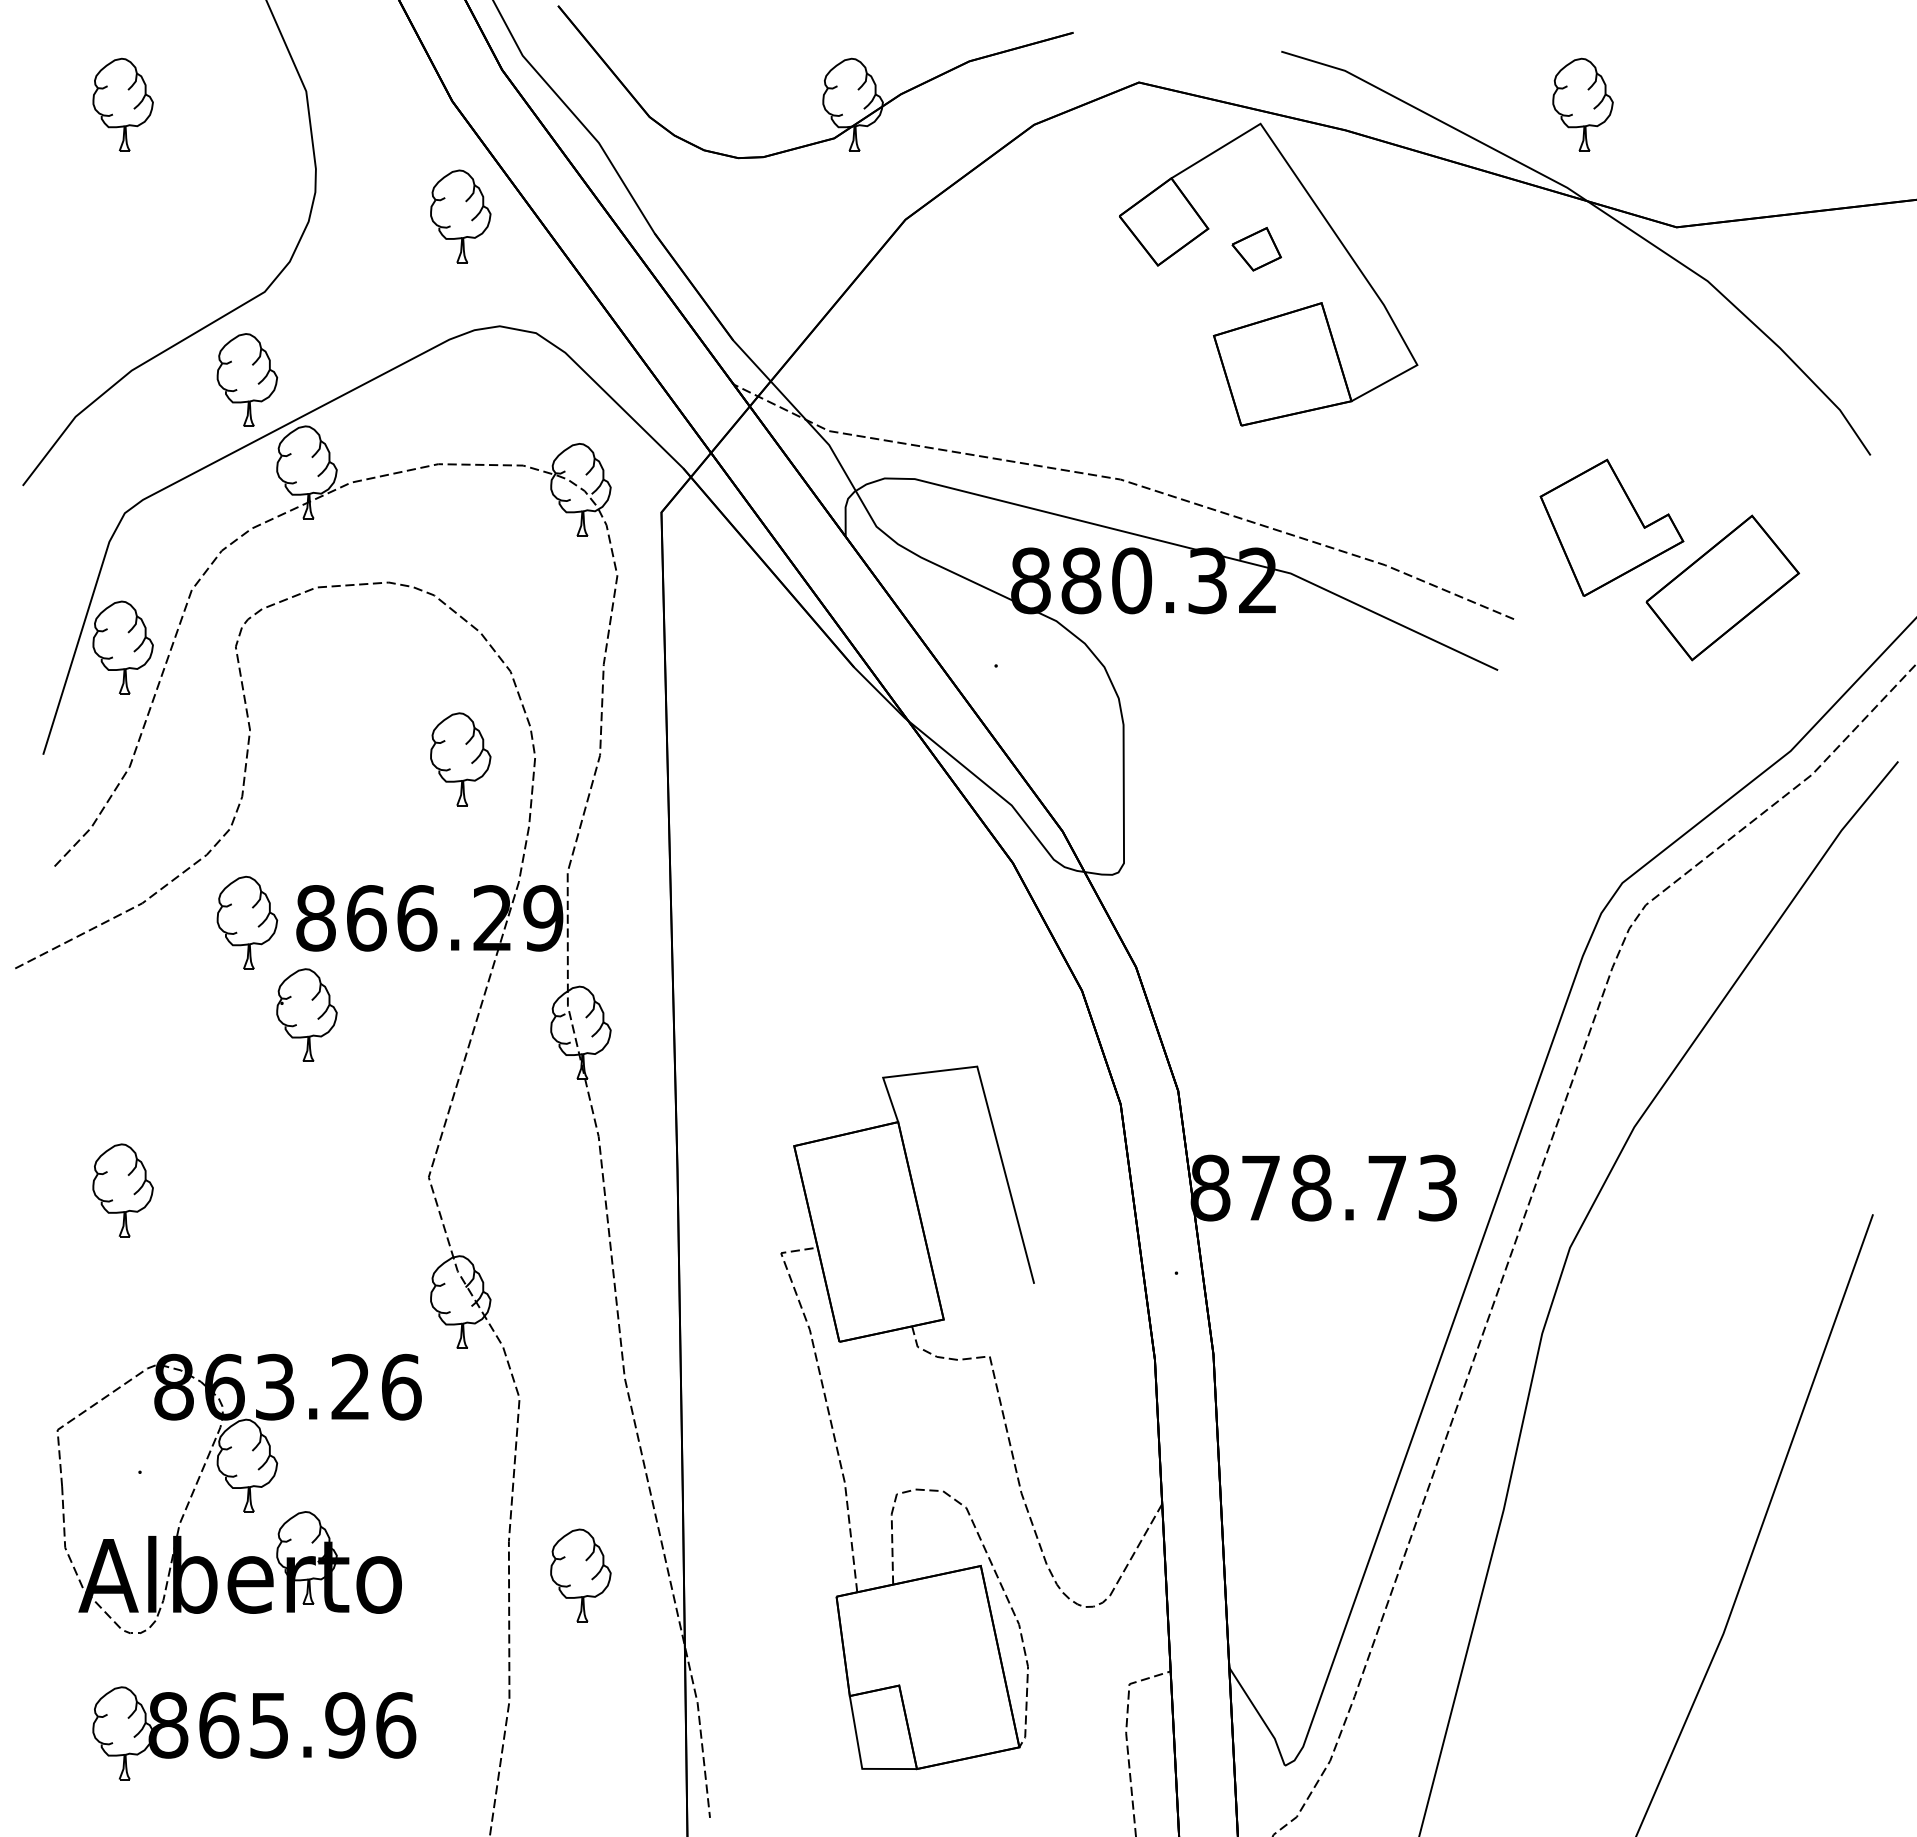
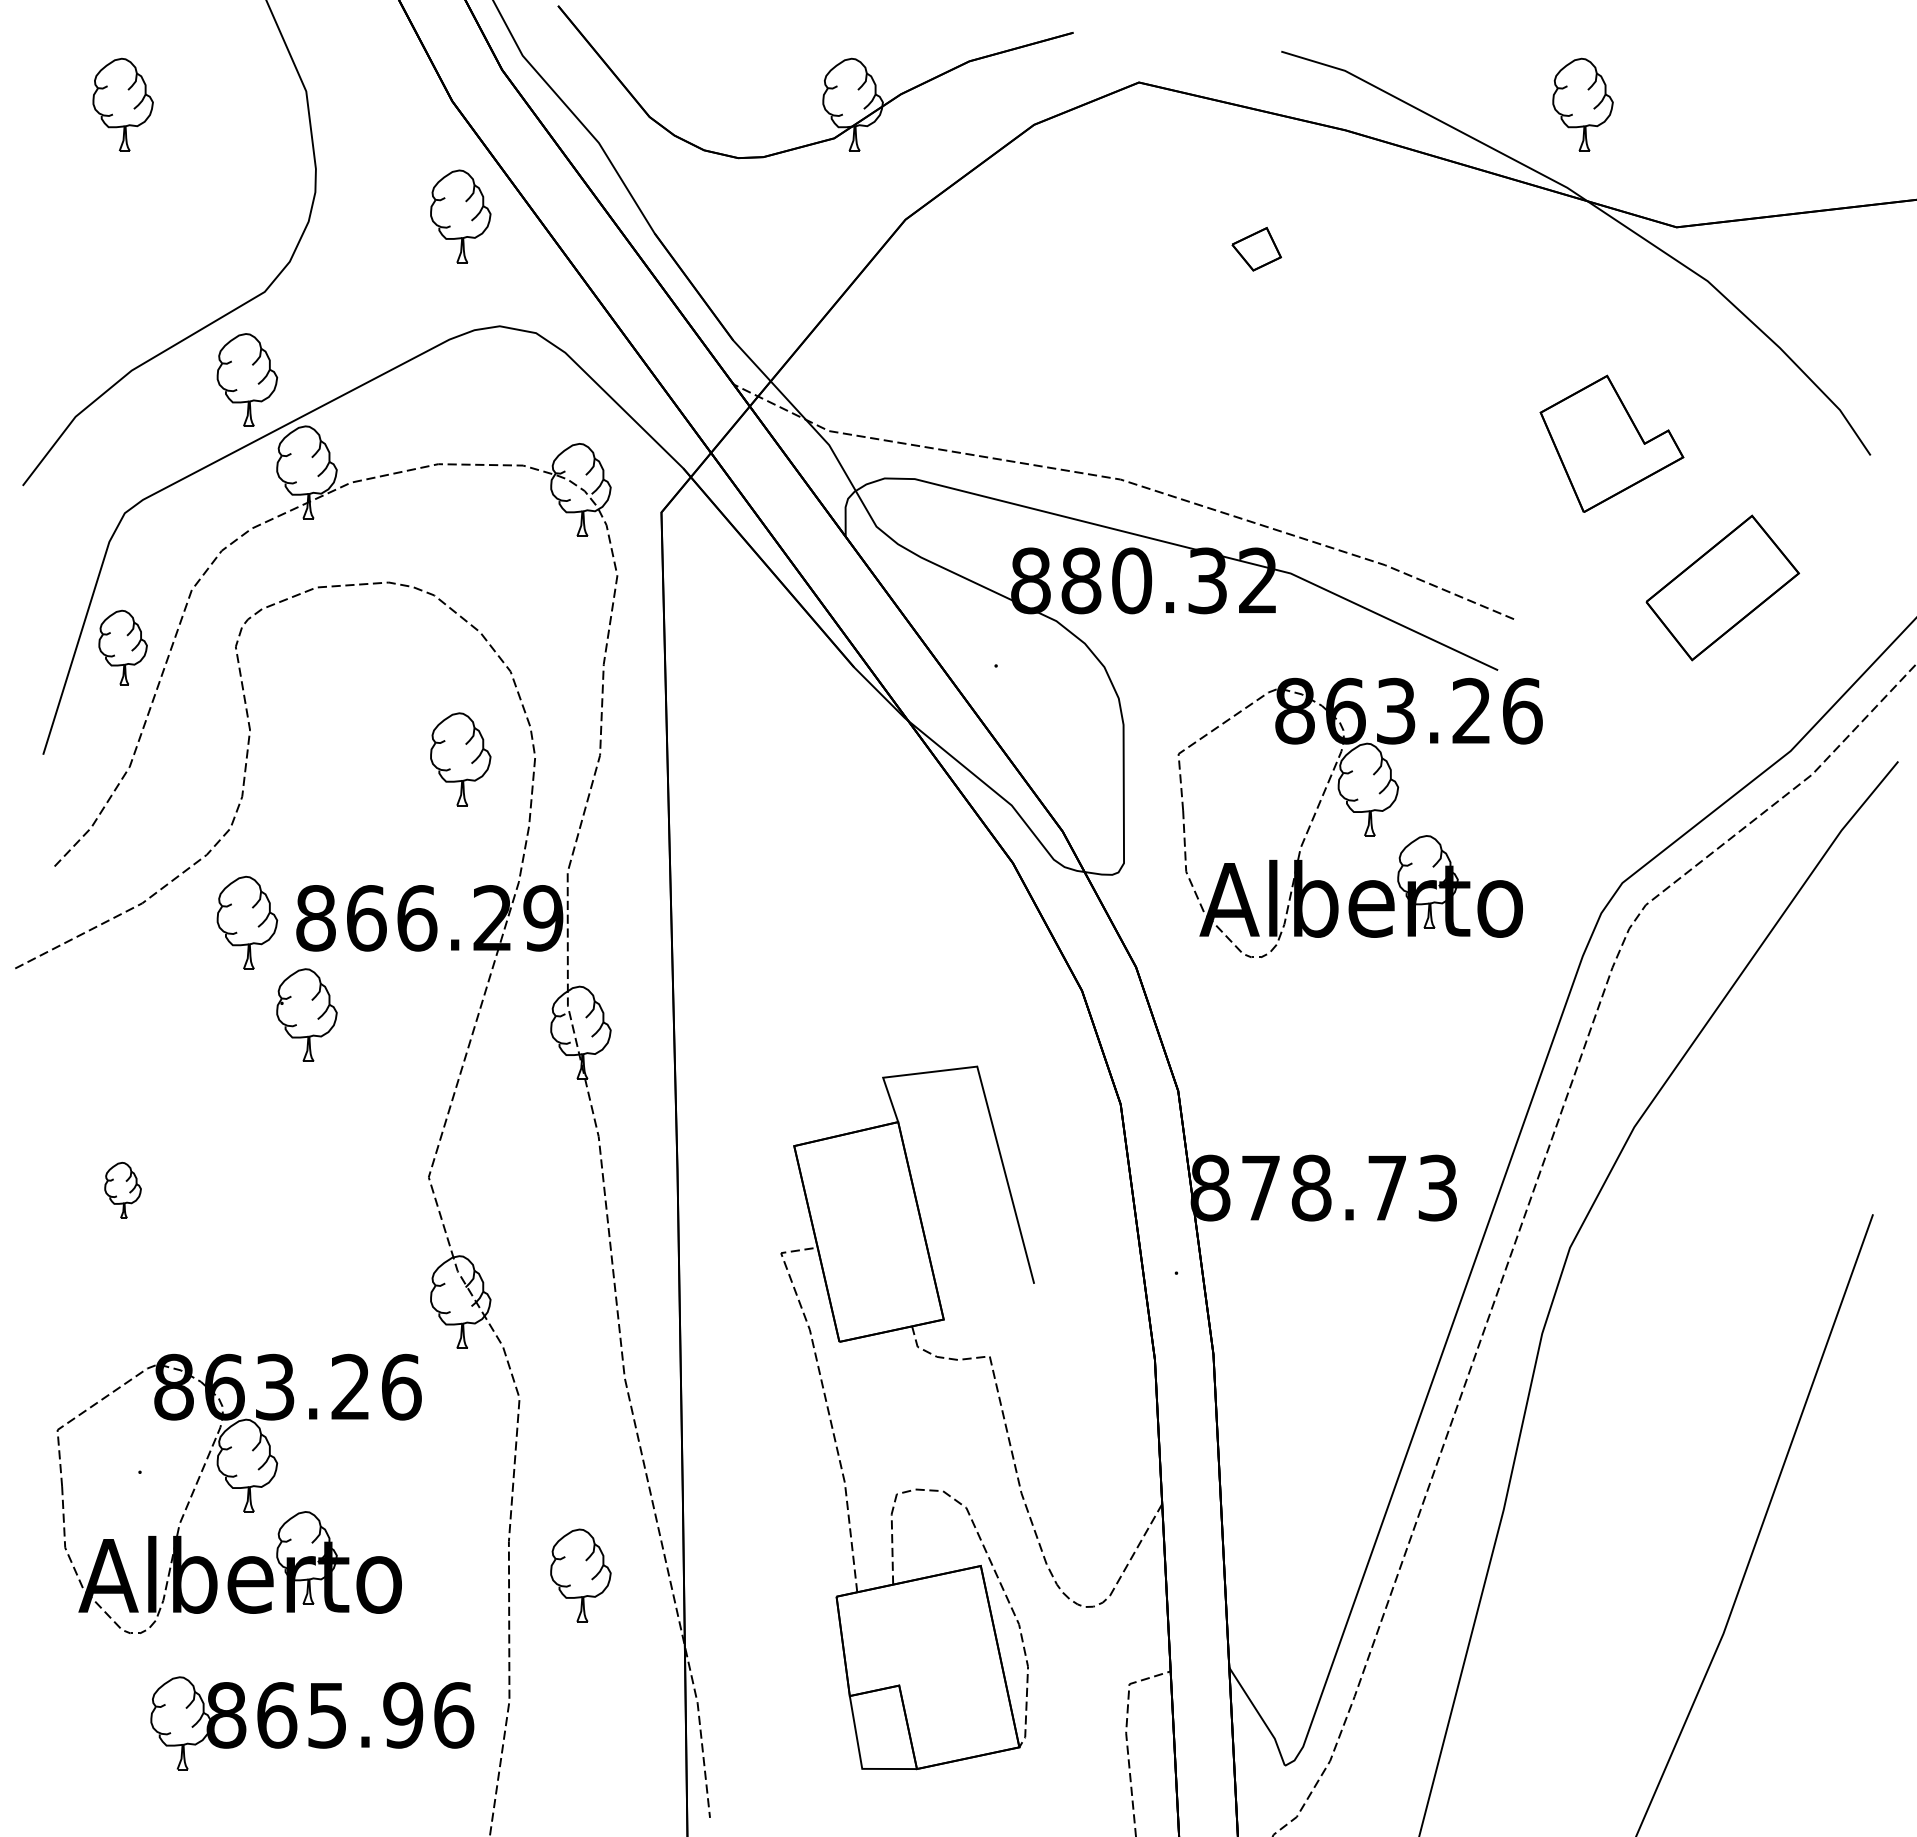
part at (1280, 314): present -> none
part at (1611, 527) position: (1611, 527) -> (1611, 443)
part at (122, 647) size: 62x95 px -> 50x77 px
part at (1359, 817): none -> present
part at (122, 1190) size: 62x95 px -> 38x57 px
part at (253, 1725) position: (253, 1725) -> (311, 1715)
